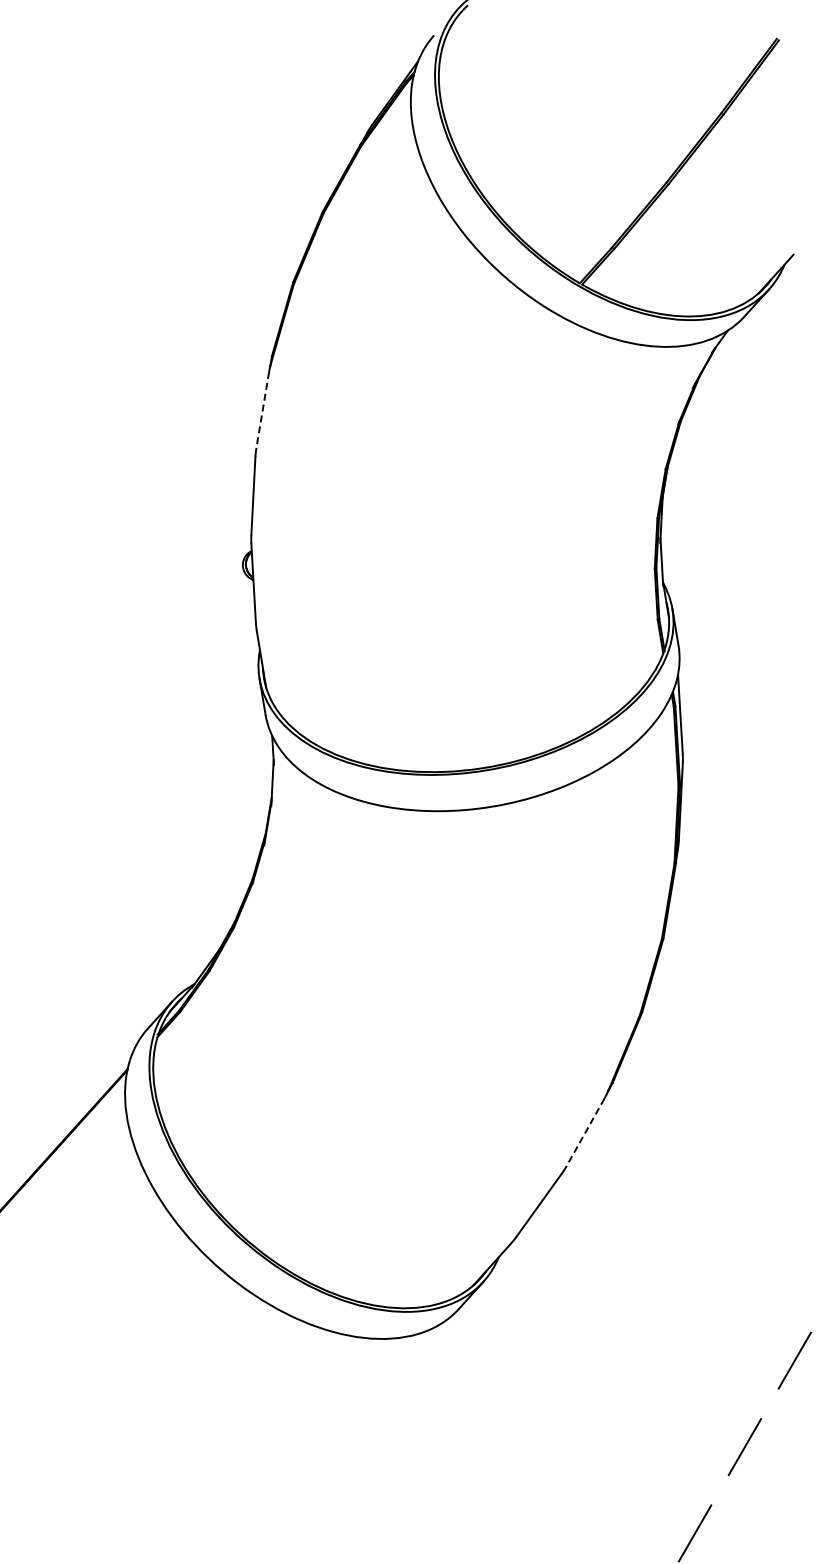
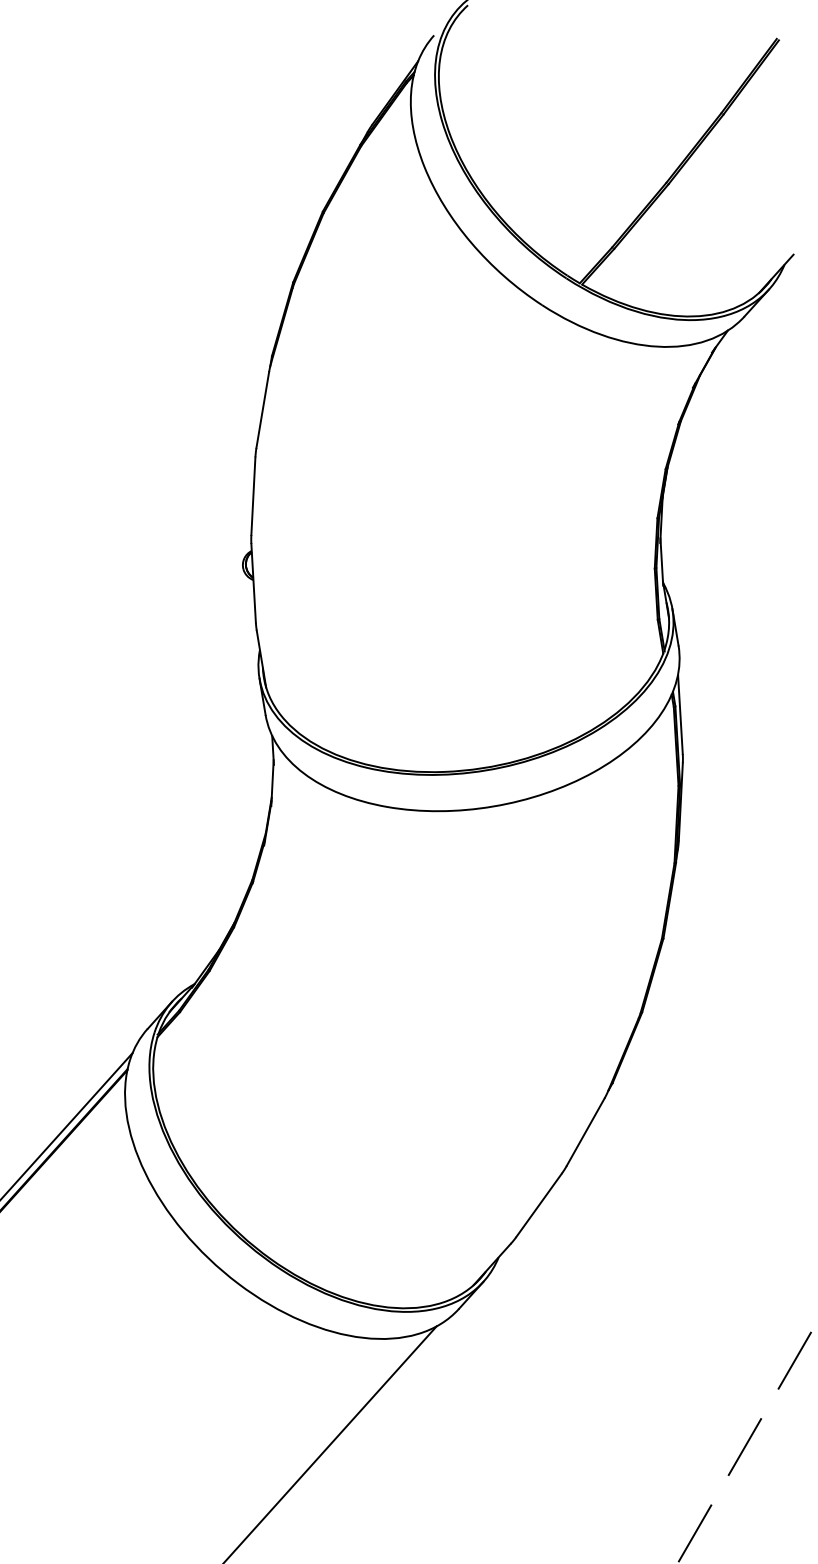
line at (262, 410): dashed -> solid
line at (67, 1125): none -> present
line at (585, 1132): dashed -> solid
line at (330, 1443): none -> present
